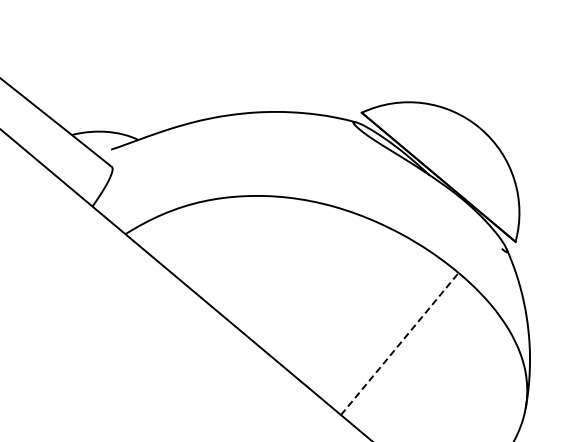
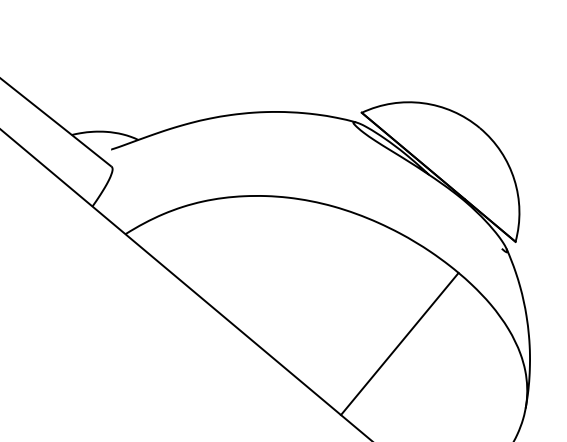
line at (400, 343): dashed -> solid
